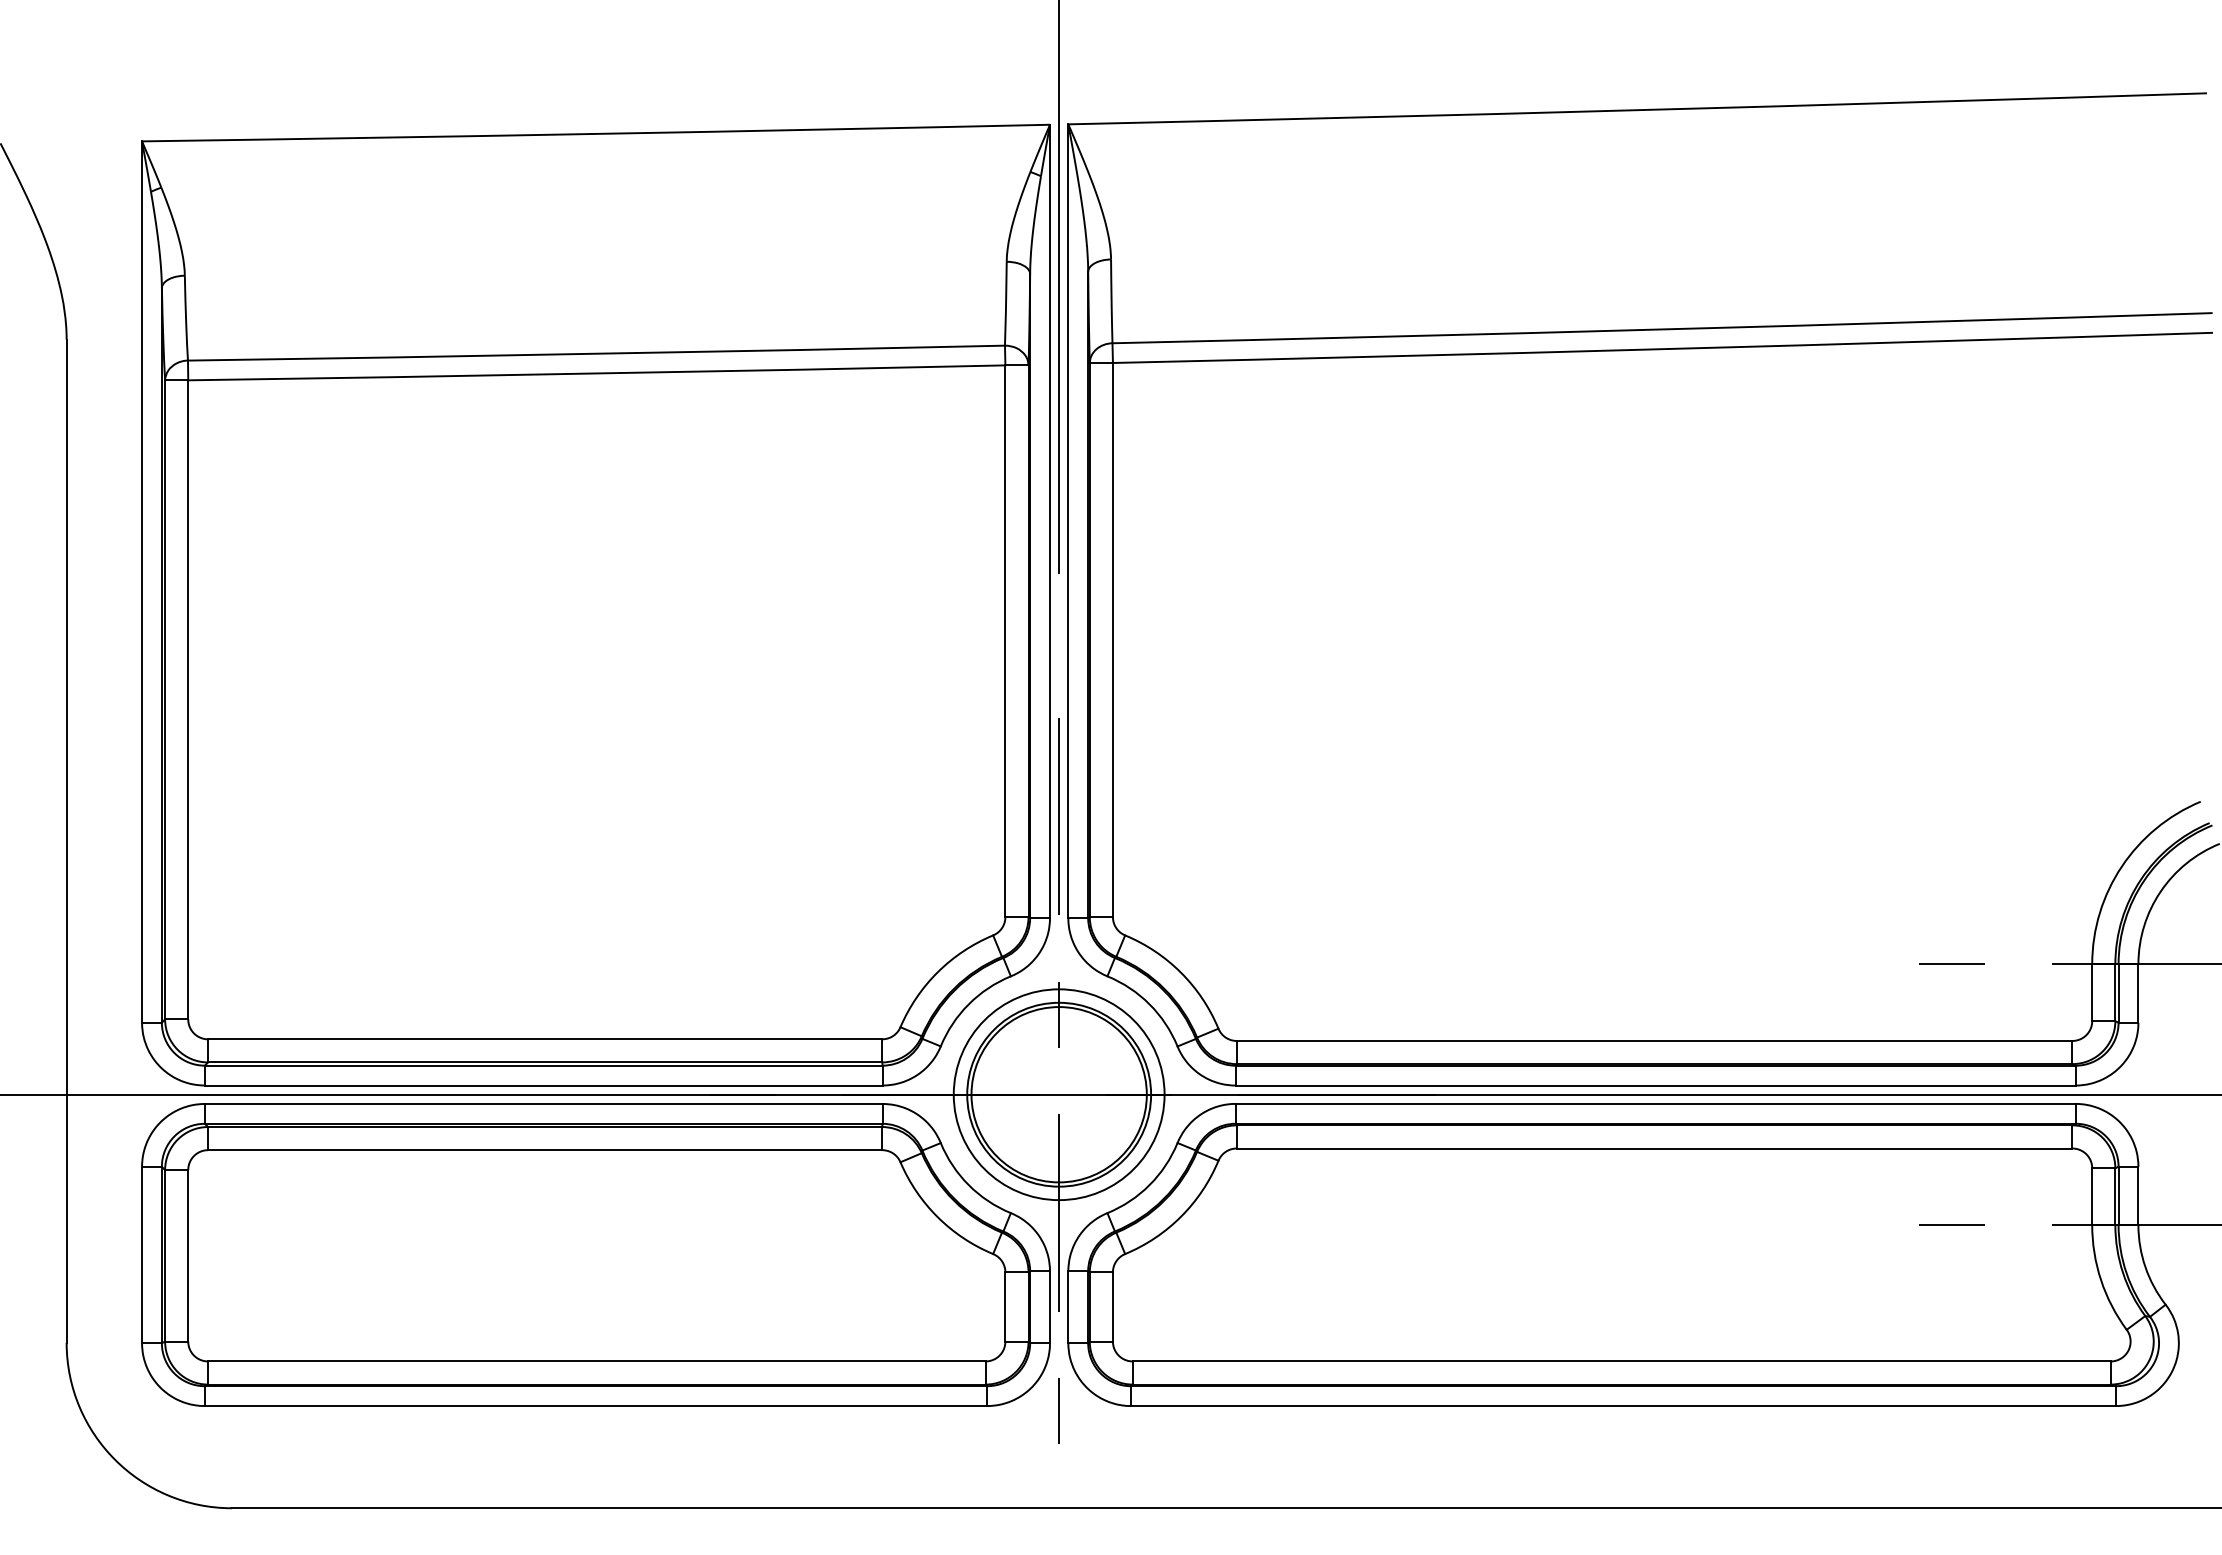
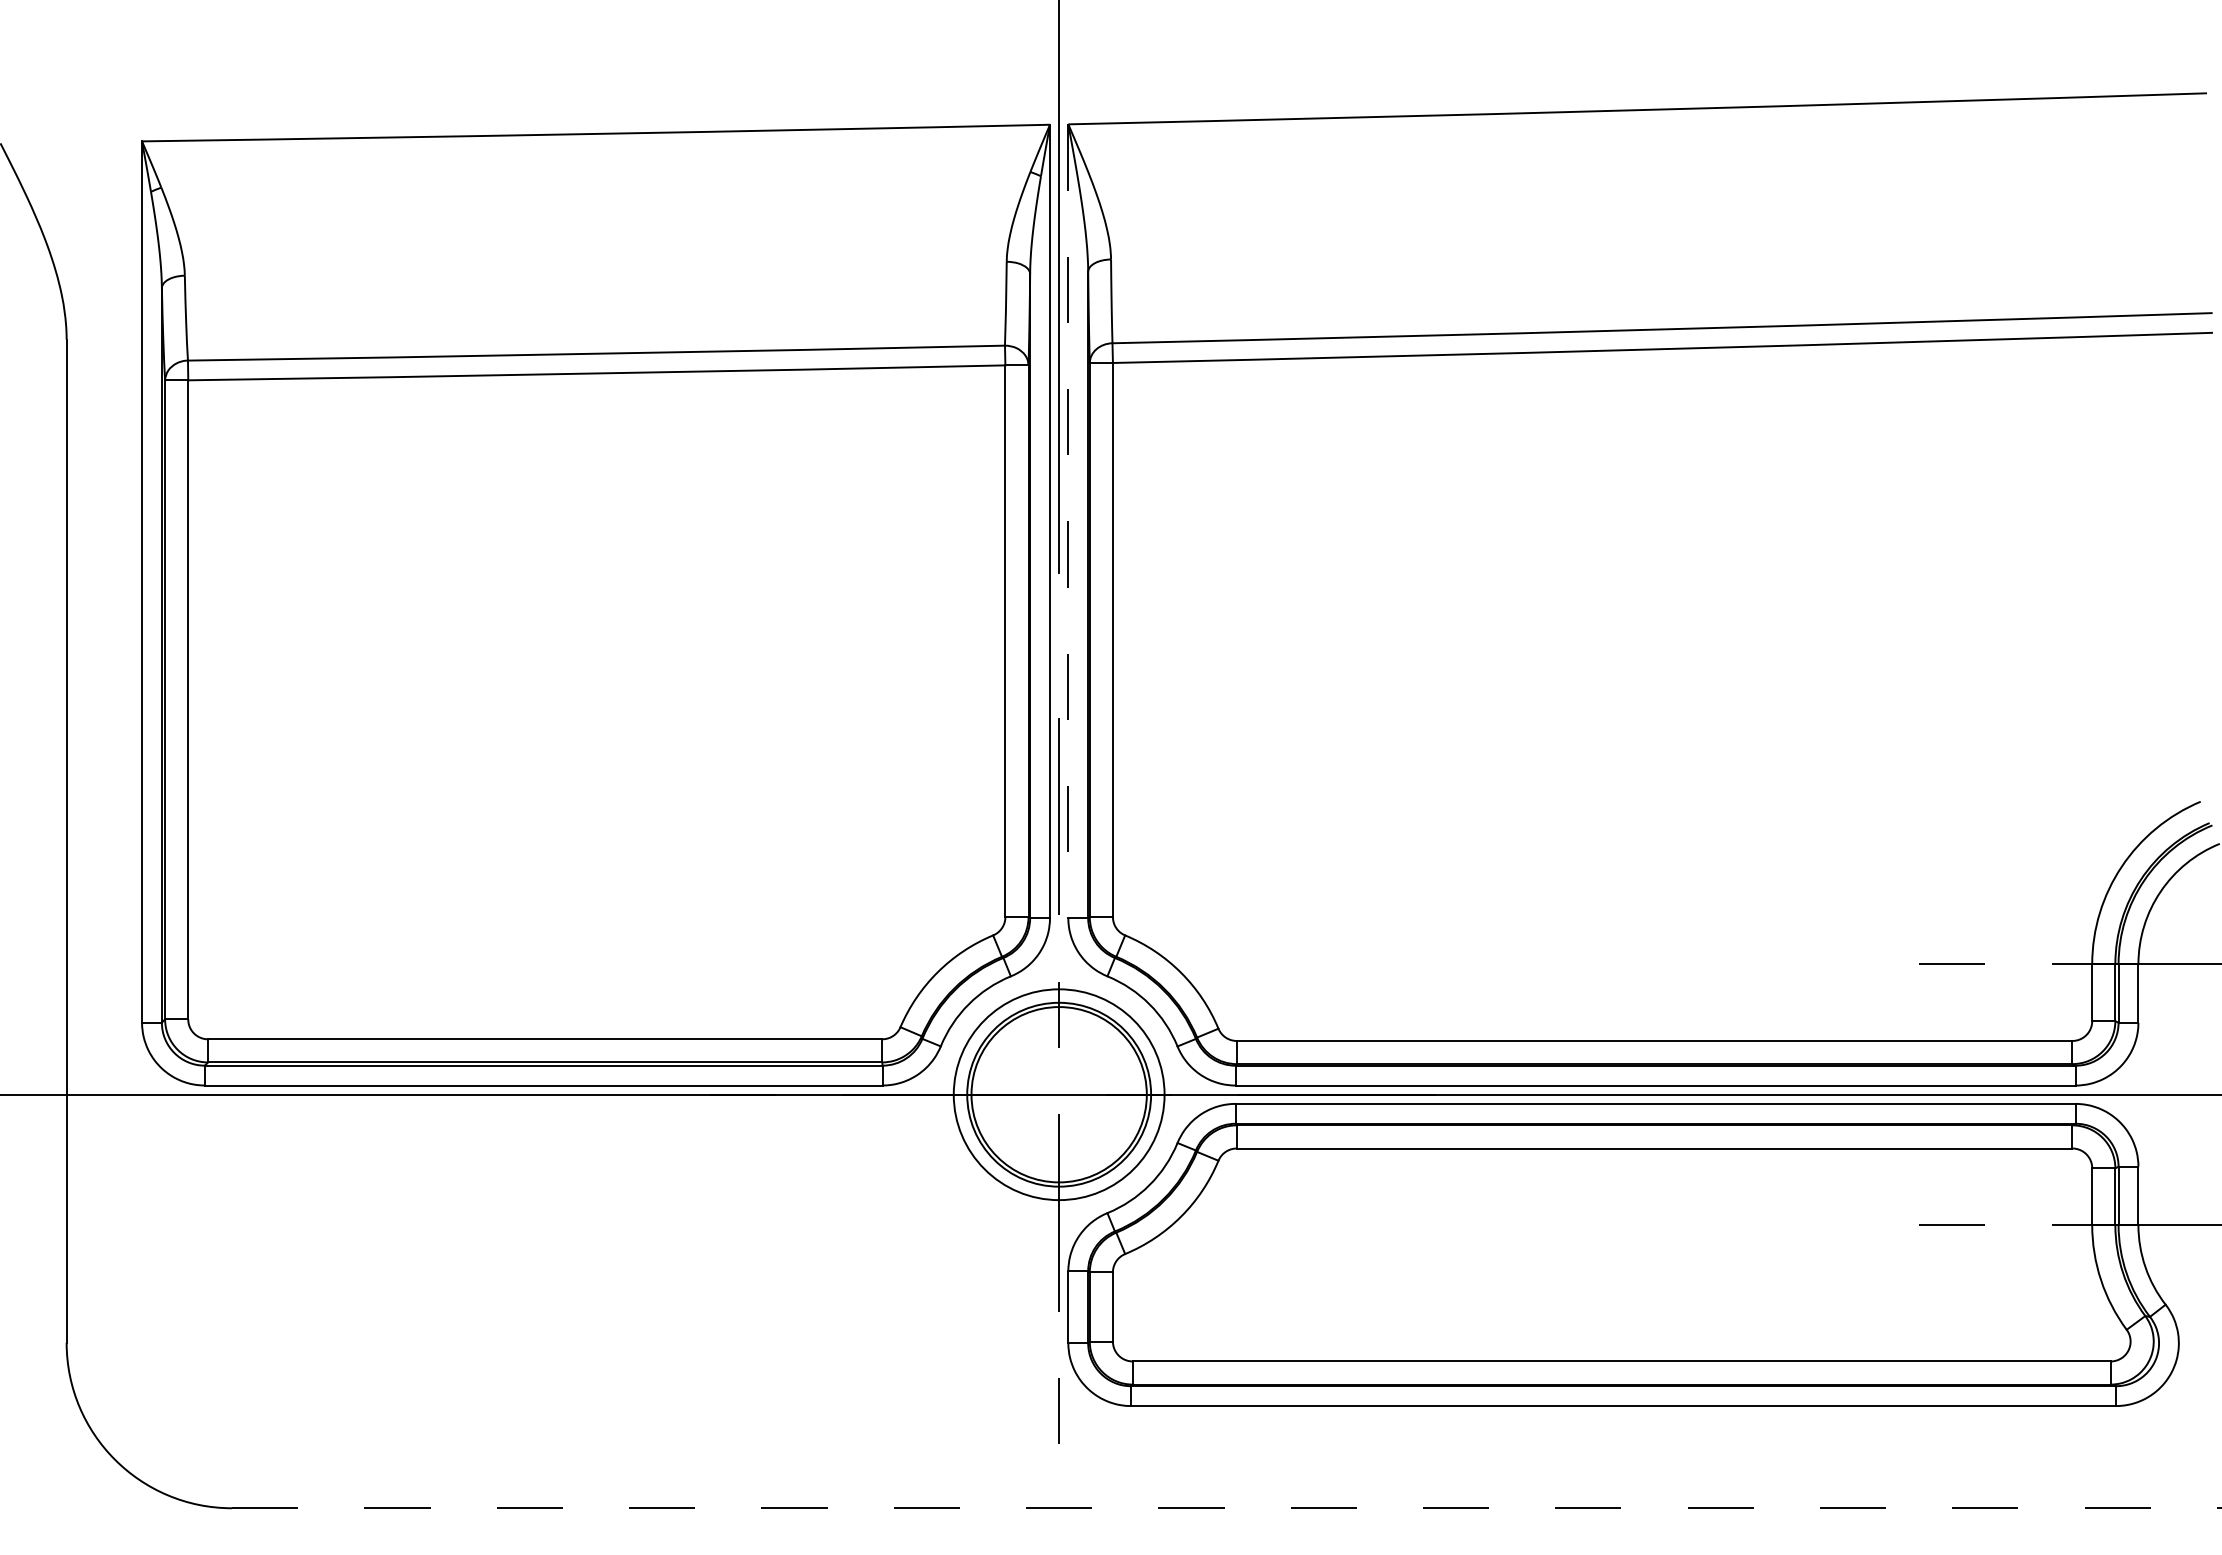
line at (1068, 521): solid -> dashed
part at (595, 1254): present -> none
line at (1226, 1508): solid -> dashed
